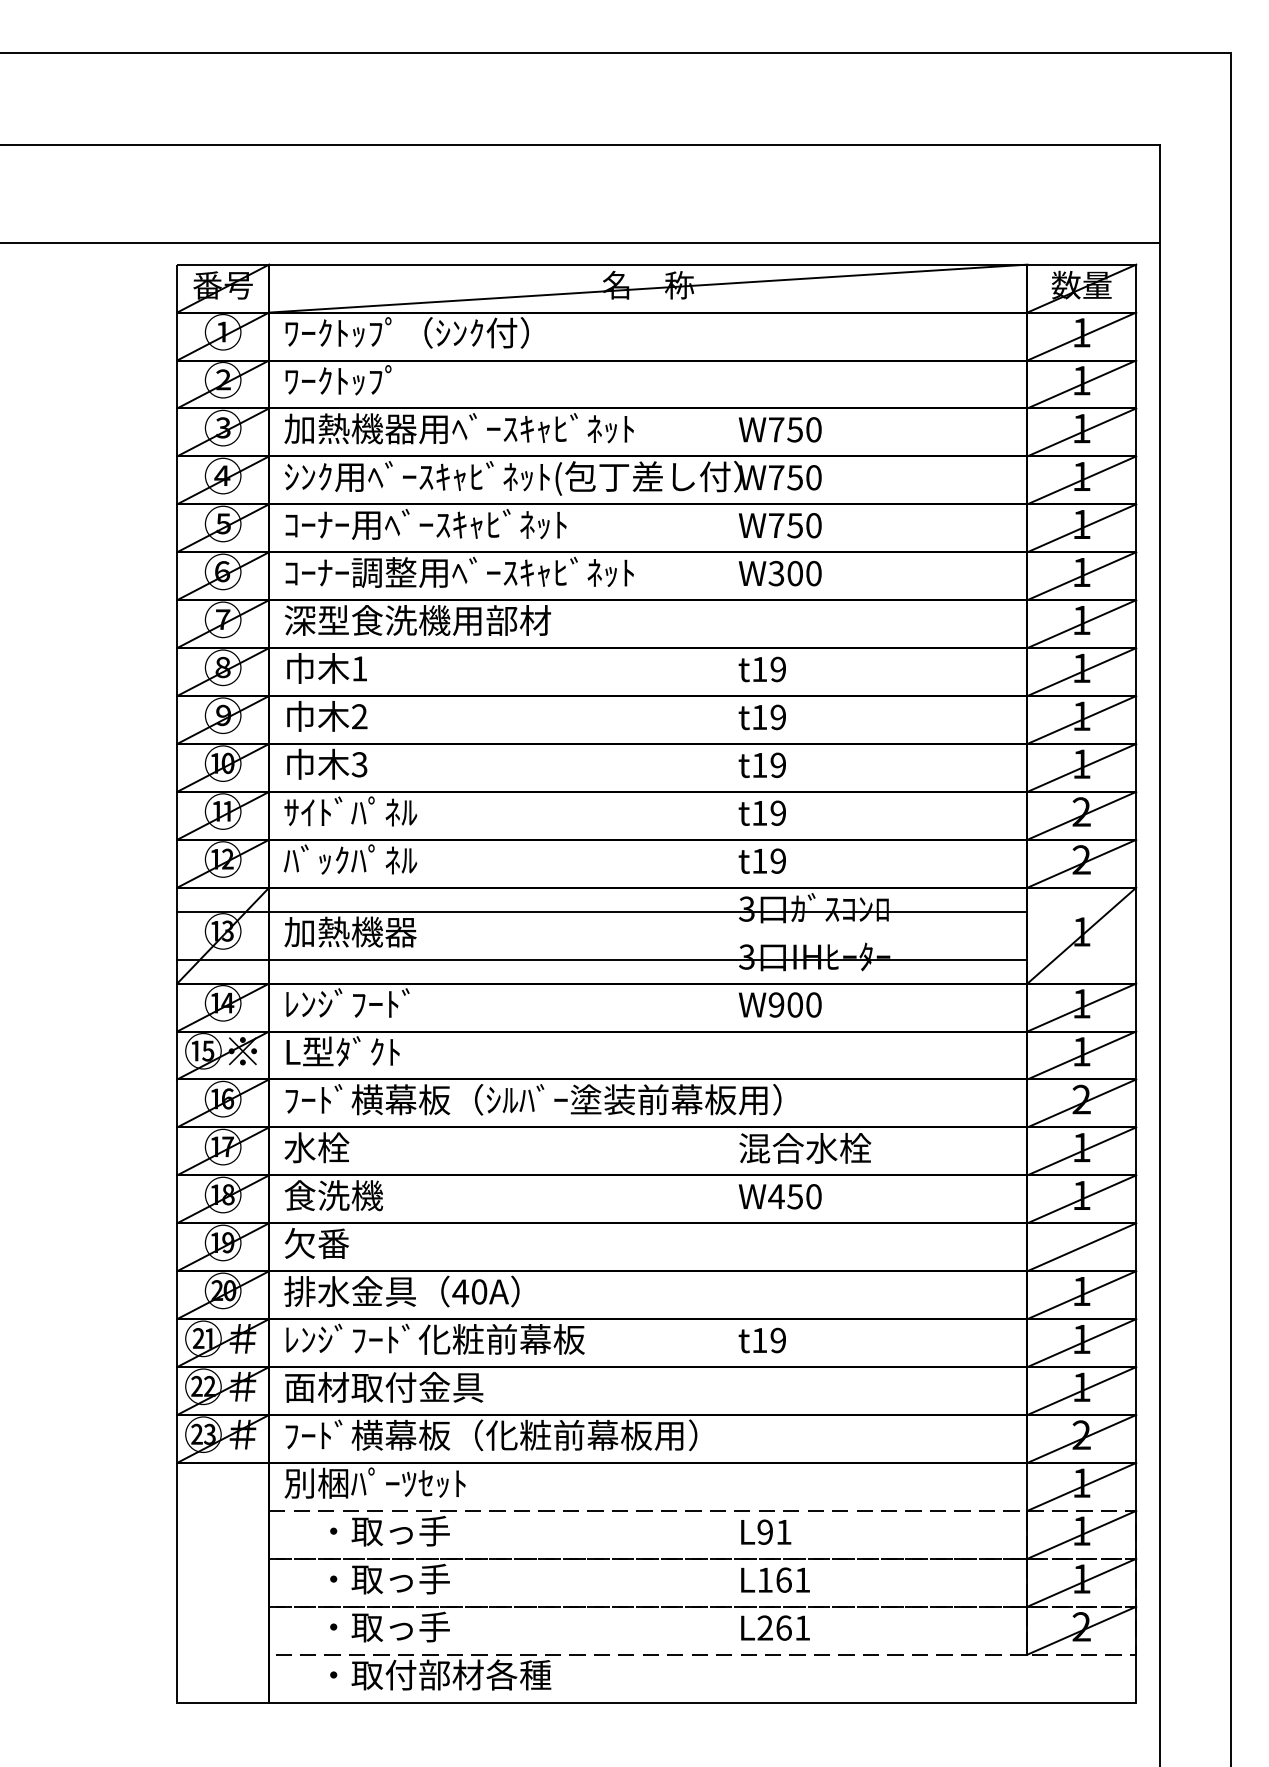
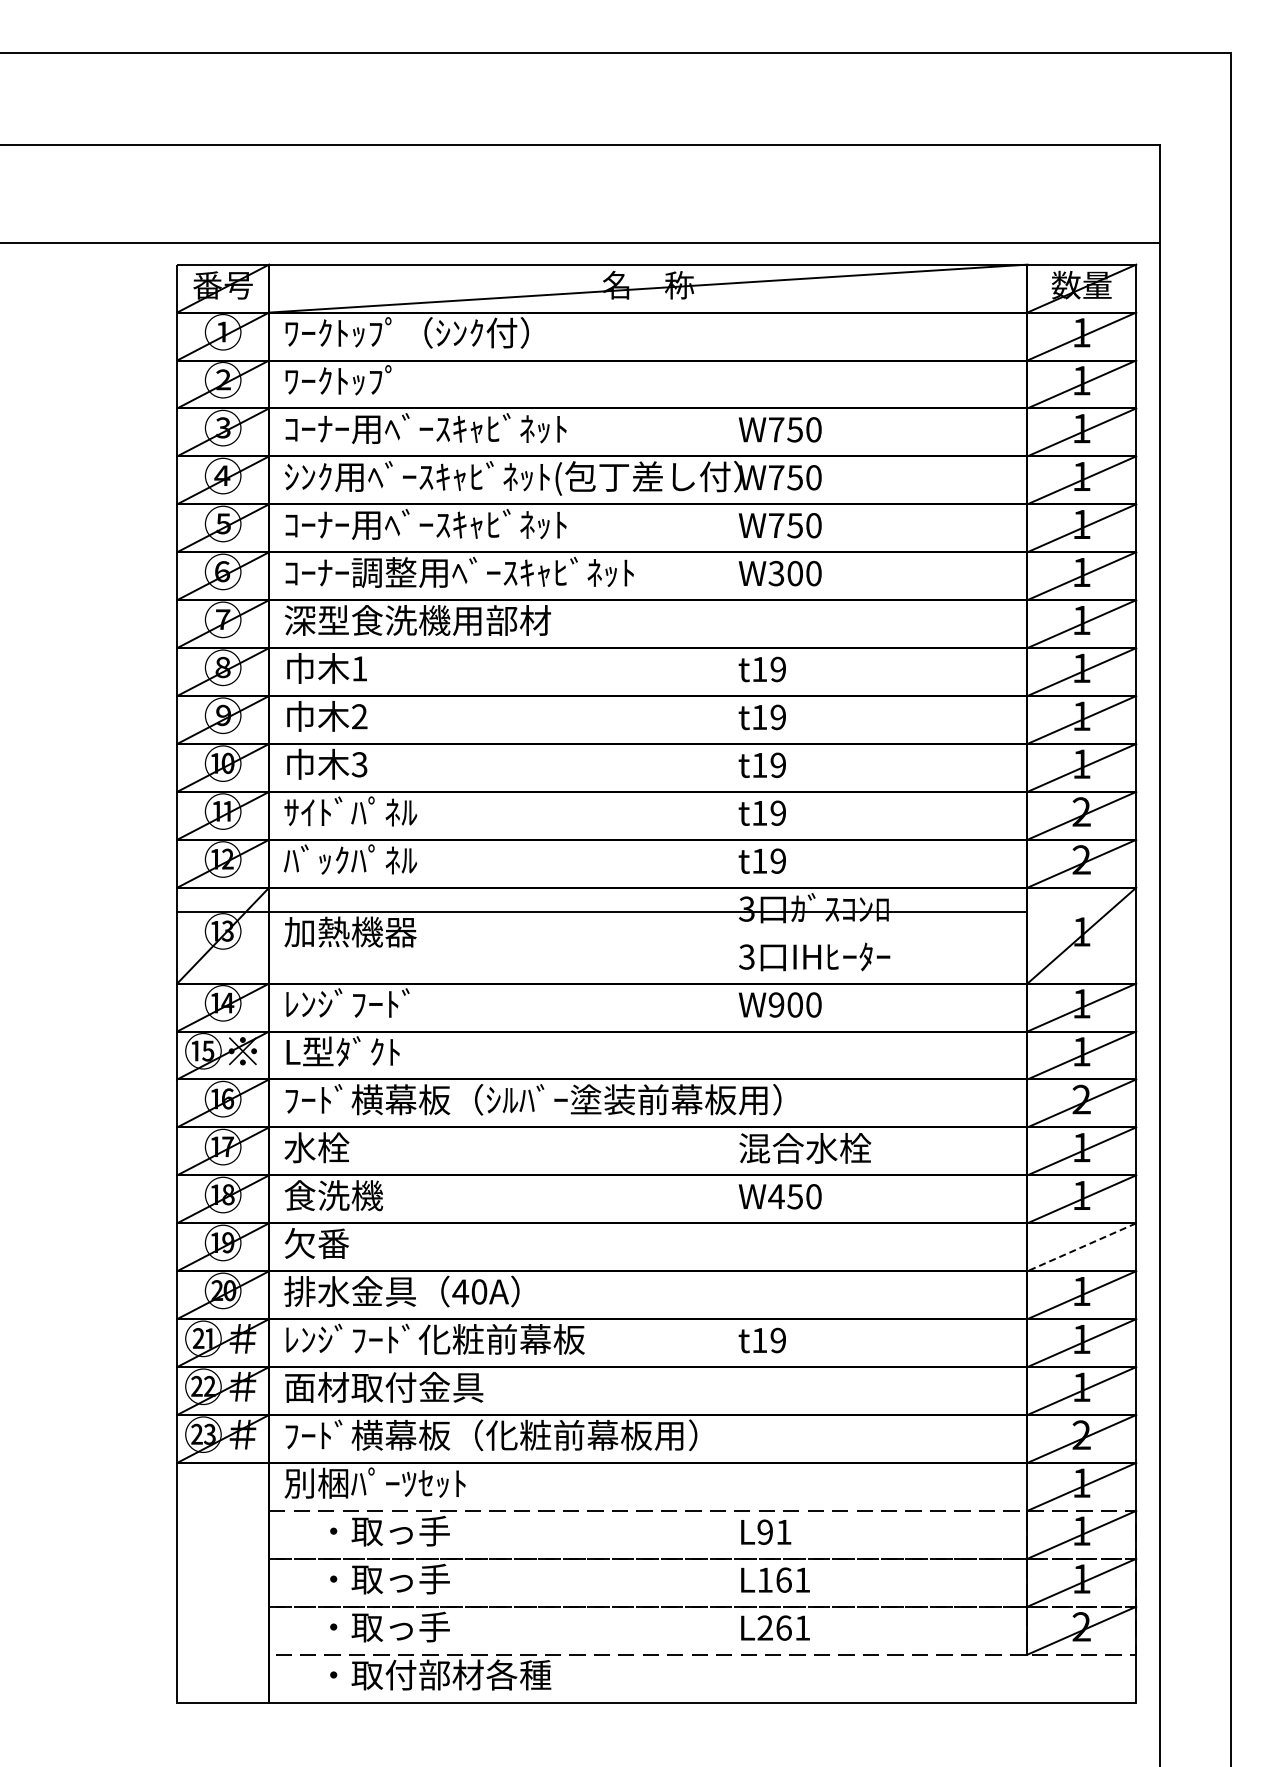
text at (458, 428): 加熱機器用ﾍﾞｰｽｷｬﾋﾞﾈｯﾄ -> ｺｰﾅｰ用ﾍﾞｰｽｷｬﾋﾞﾈｯﾄ
line at (602, 959): present -> none
line at (1081, 1247): solid -> dashed
